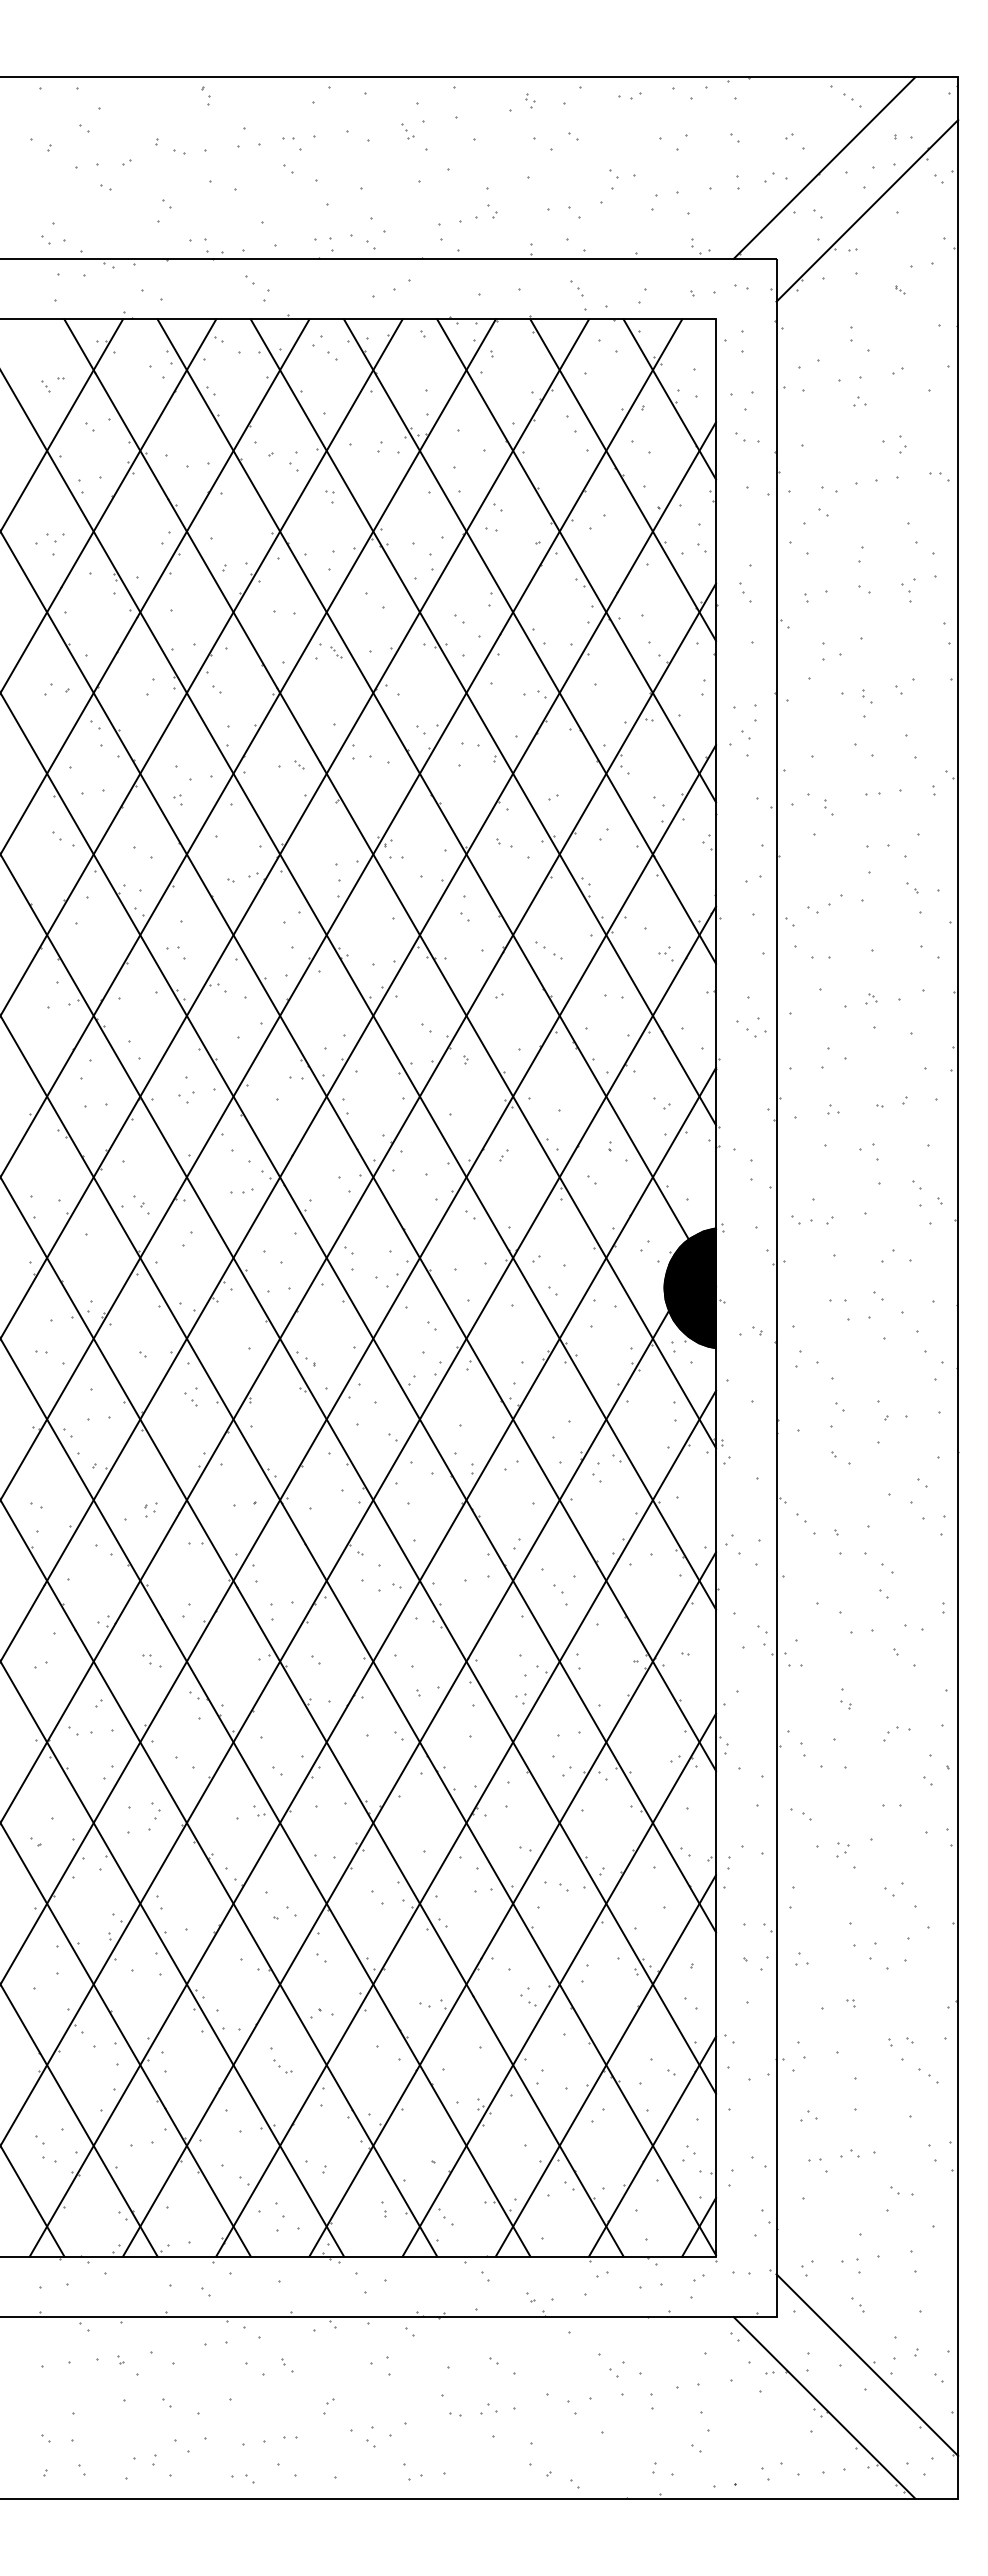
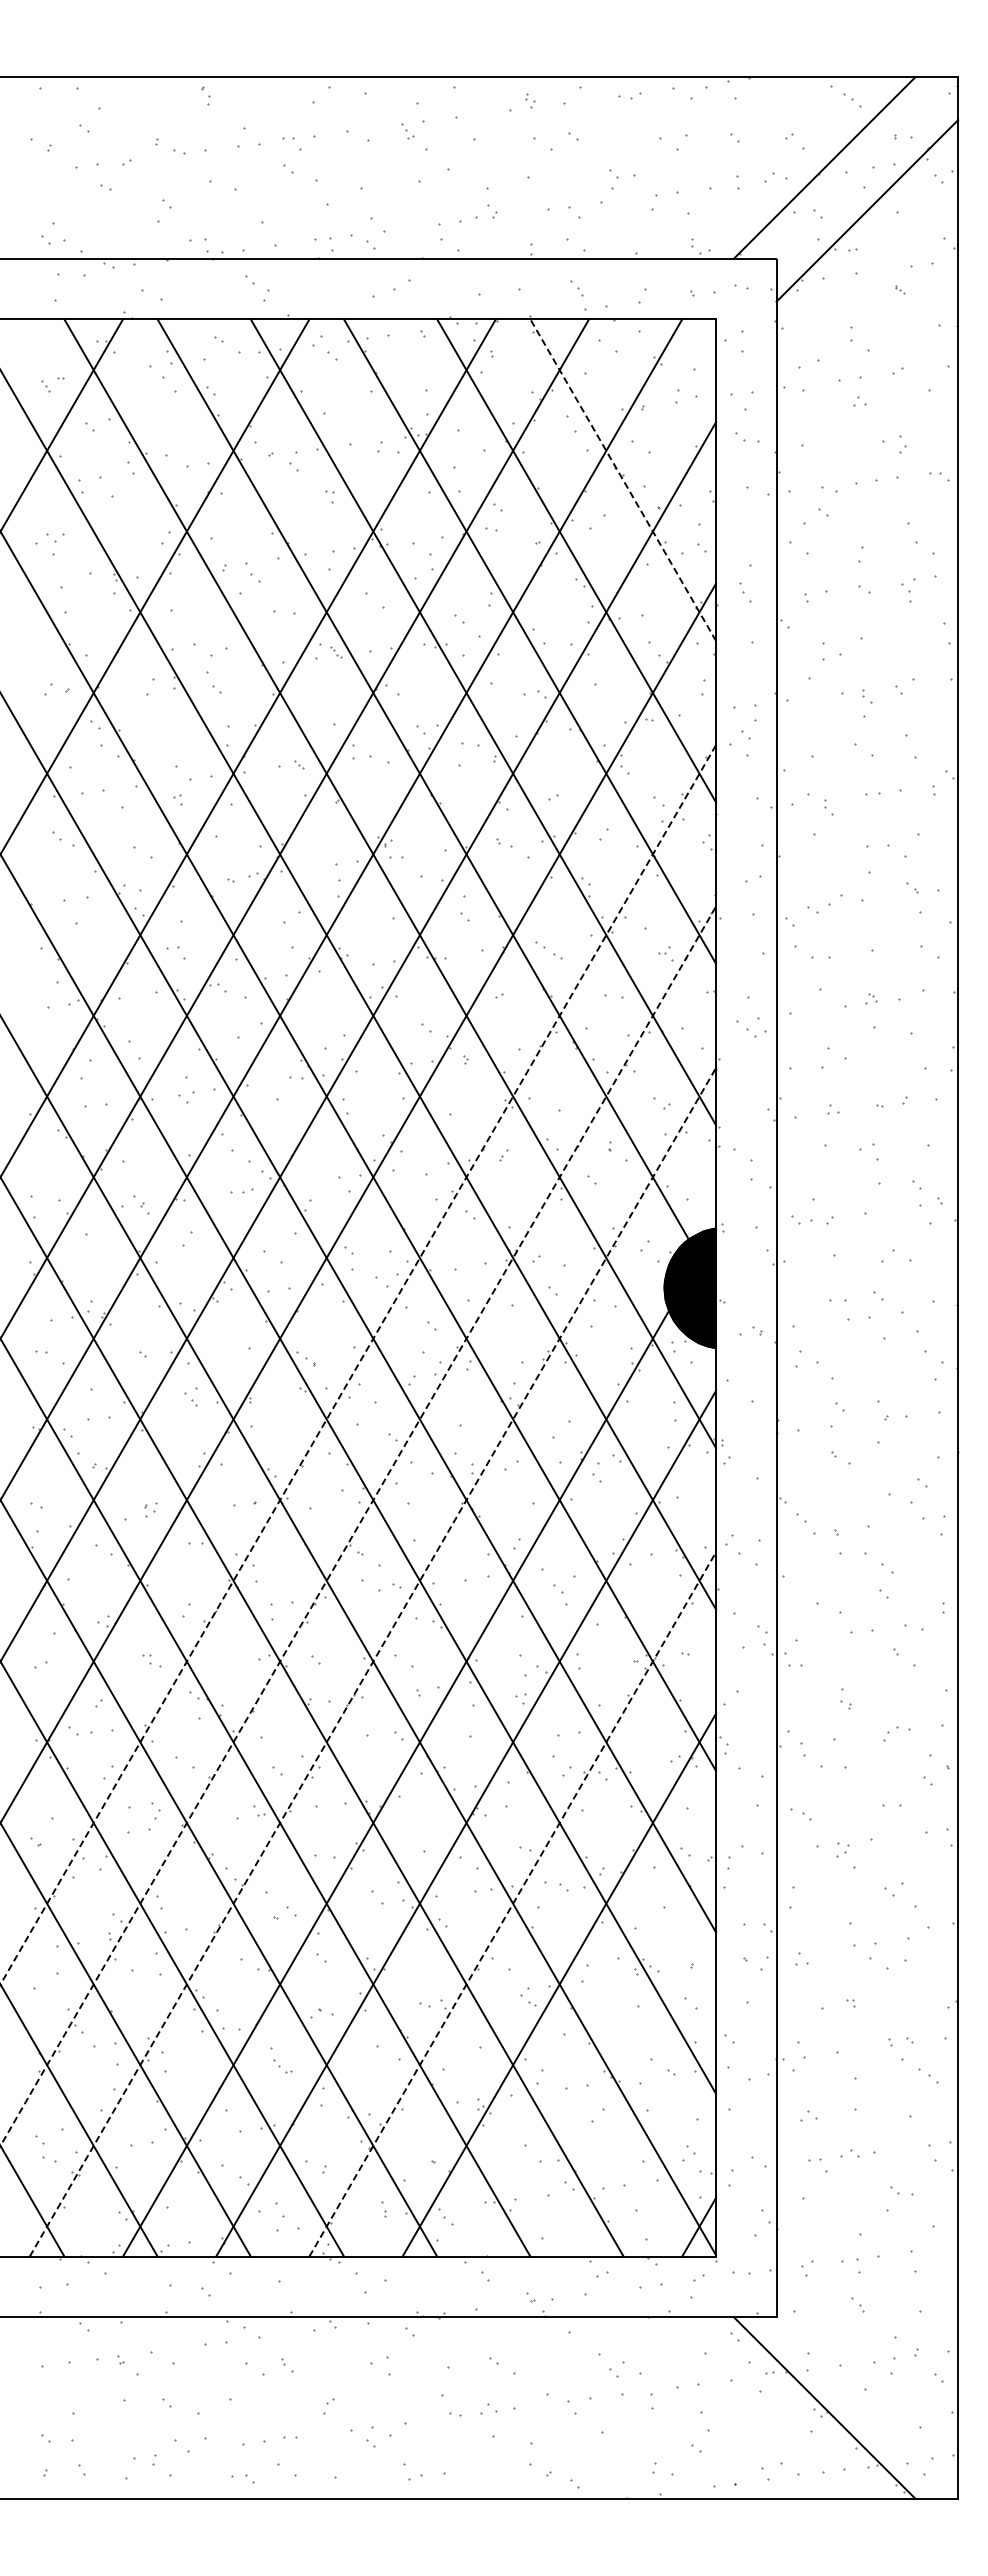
line at (669, 399): present -> none
line at (623, 480): solid -> dashed
line at (109, 504): present -> none
line at (202, 665): present -> none
line at (358, 1364): solid -> dashed
line at (358, 1526): solid -> dashed
line at (373, 1661): solid -> dashed
line at (512, 1904): solid -> dashed
line at (605, 2065): present -> none
line at (652, 2146): present -> none
line at (867, 2364): present -> none
